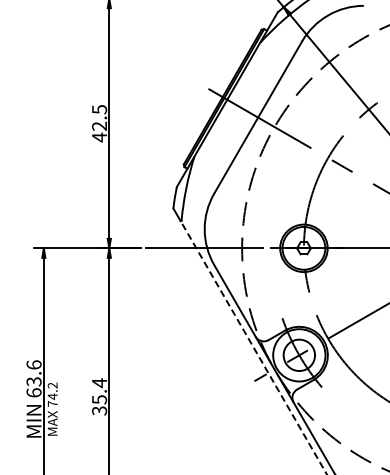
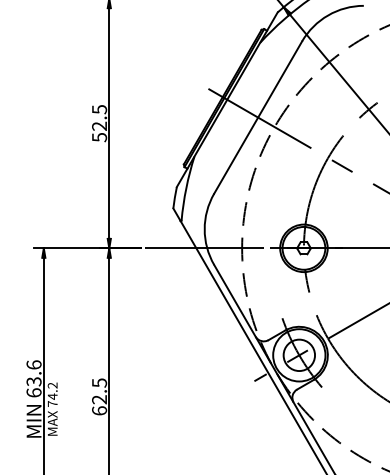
text at (99, 137): 42.5 -> 52.5
line at (253, 347): dashed -> solid
text at (99, 396): 35.4 -> 62.5
